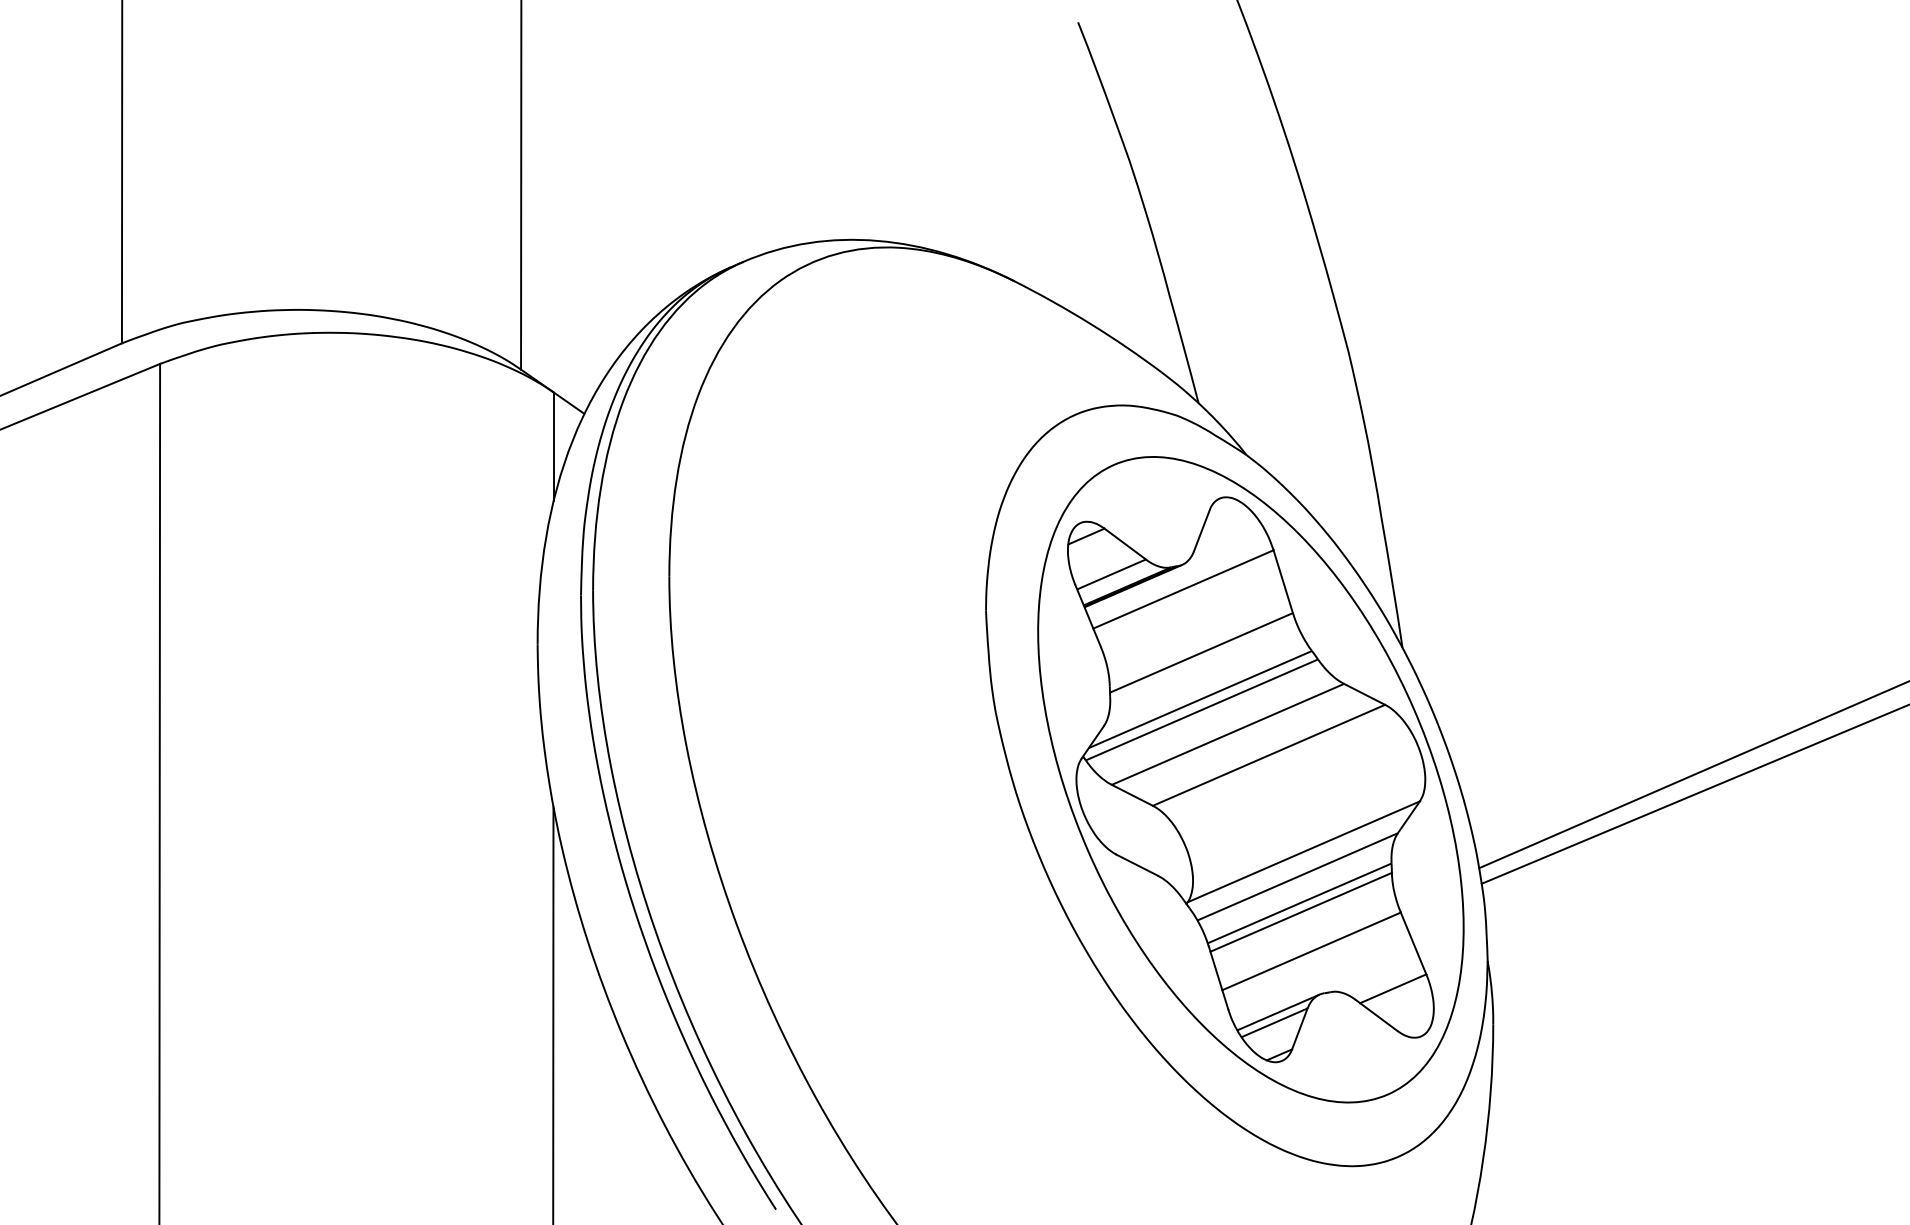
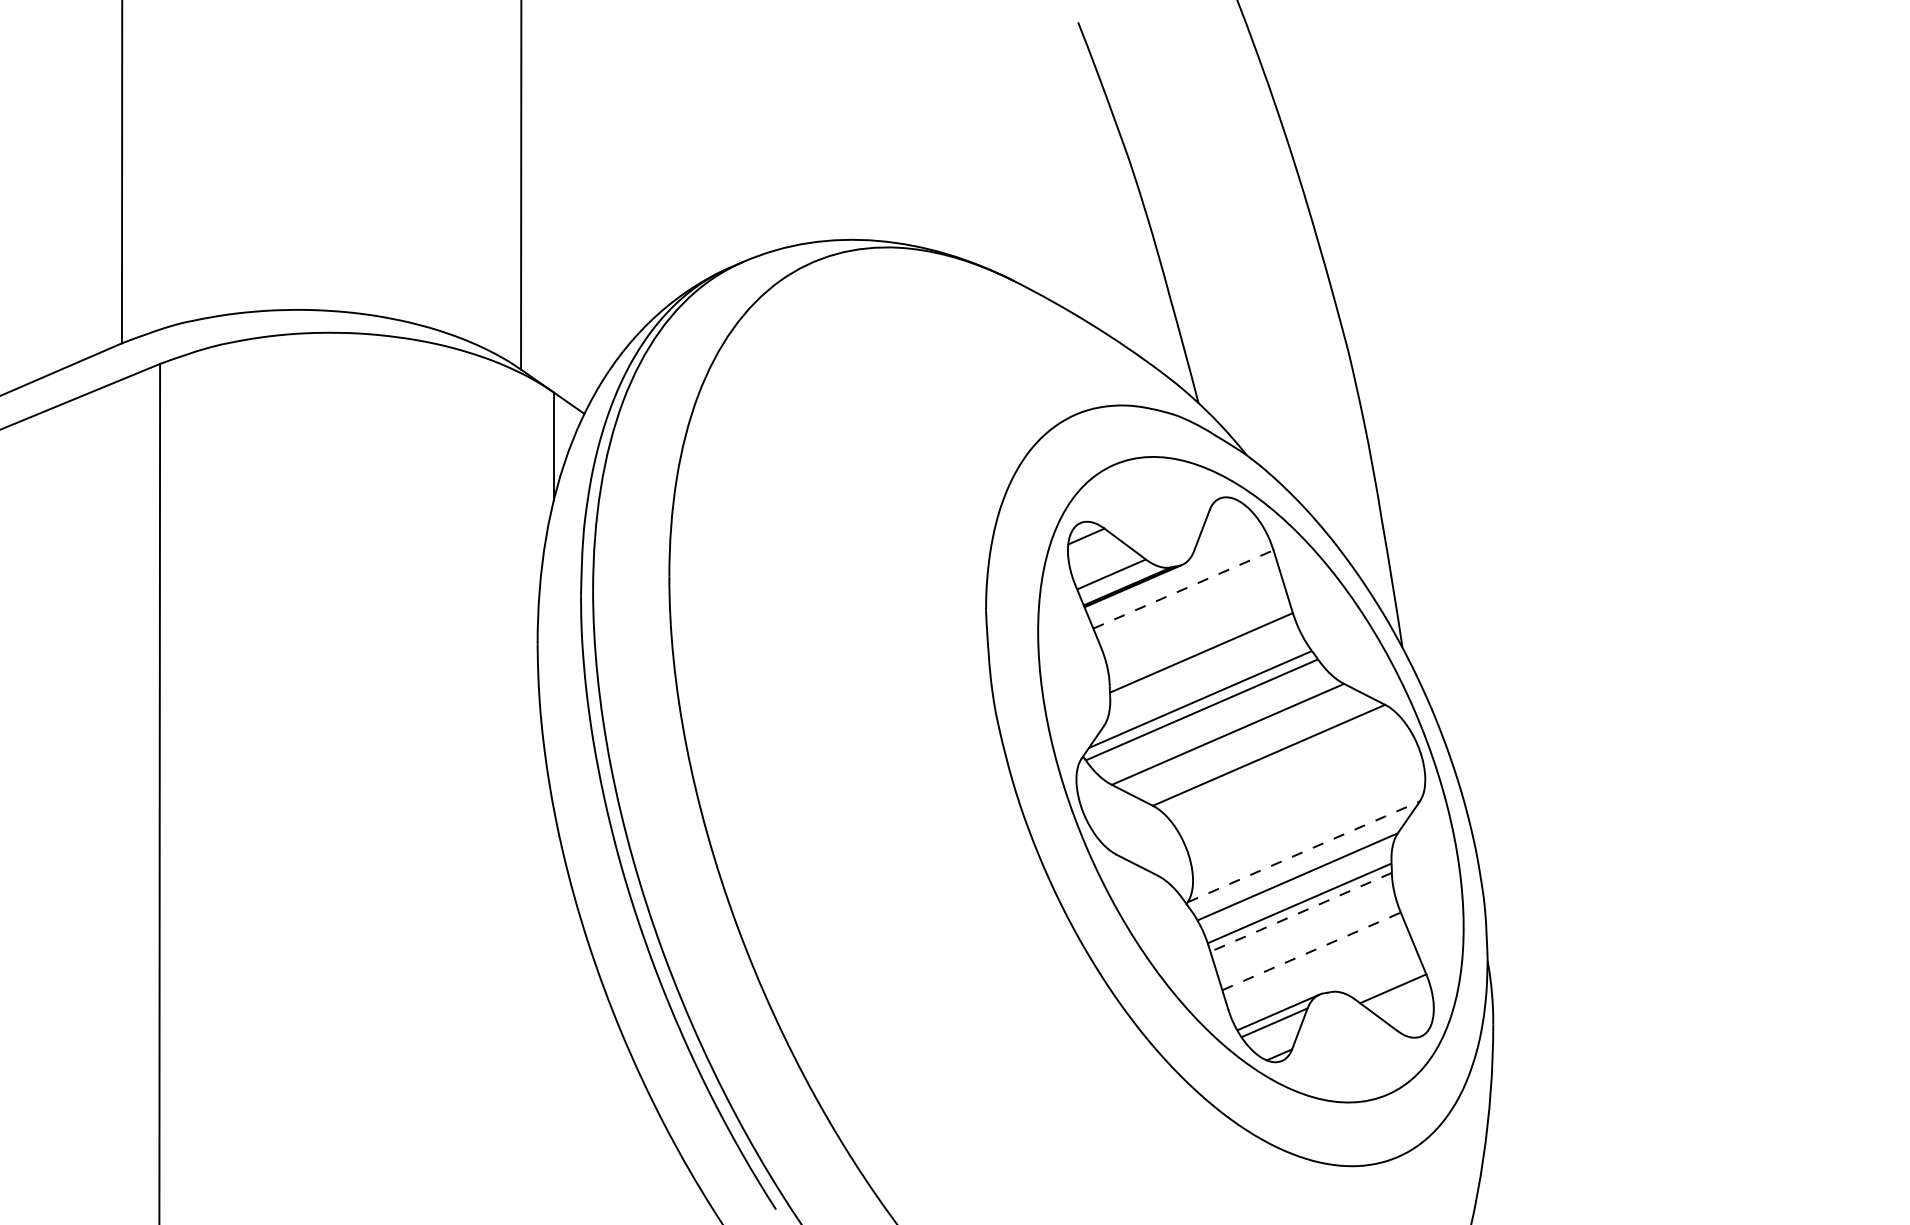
line at (1183, 589): solid -> dashed
line at (1692, 775): present -> none
line at (1693, 794): present -> none
line at (1303, 851): solid -> dashed
line at (1301, 912): solid -> dashed
line at (1312, 951): solid -> dashed
line at (553, 1014): present -> none
